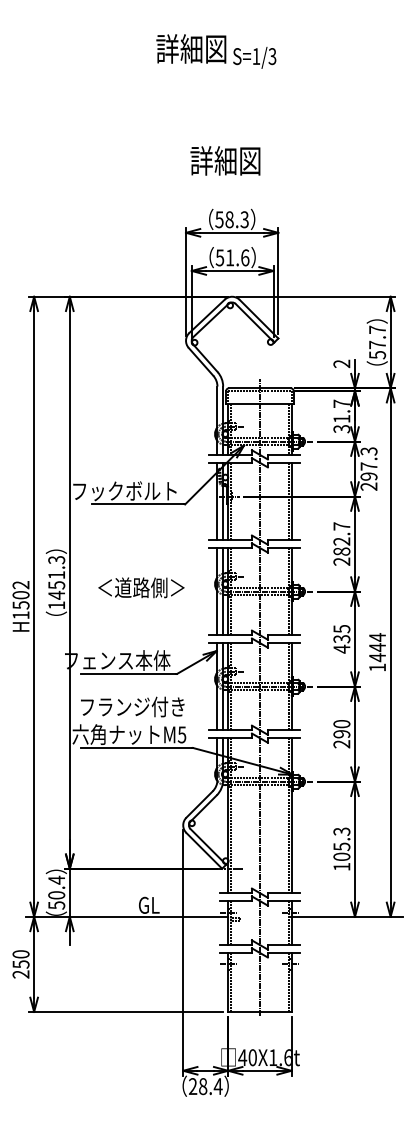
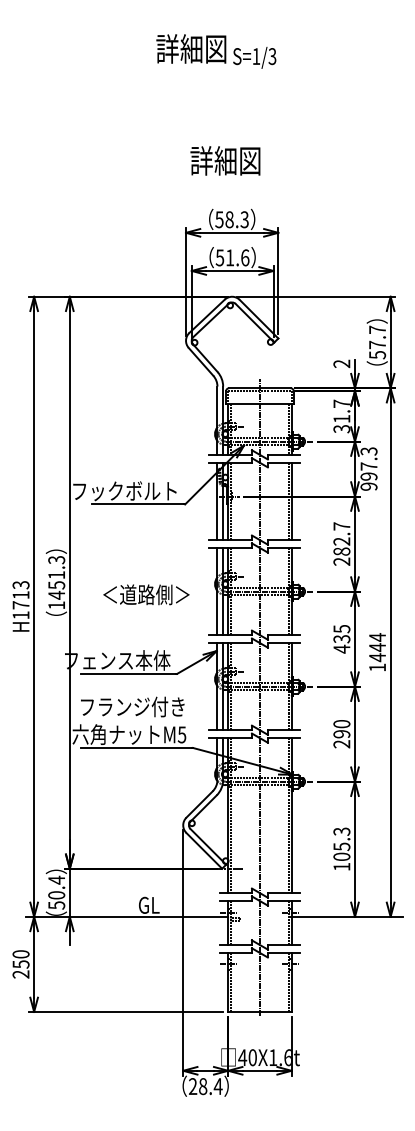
text at (368, 486): 297.3 -> 997.3
text at (141, 587) position: (141, 587) -> (146, 594)
text at (20, 595): H1502 -> H1713
